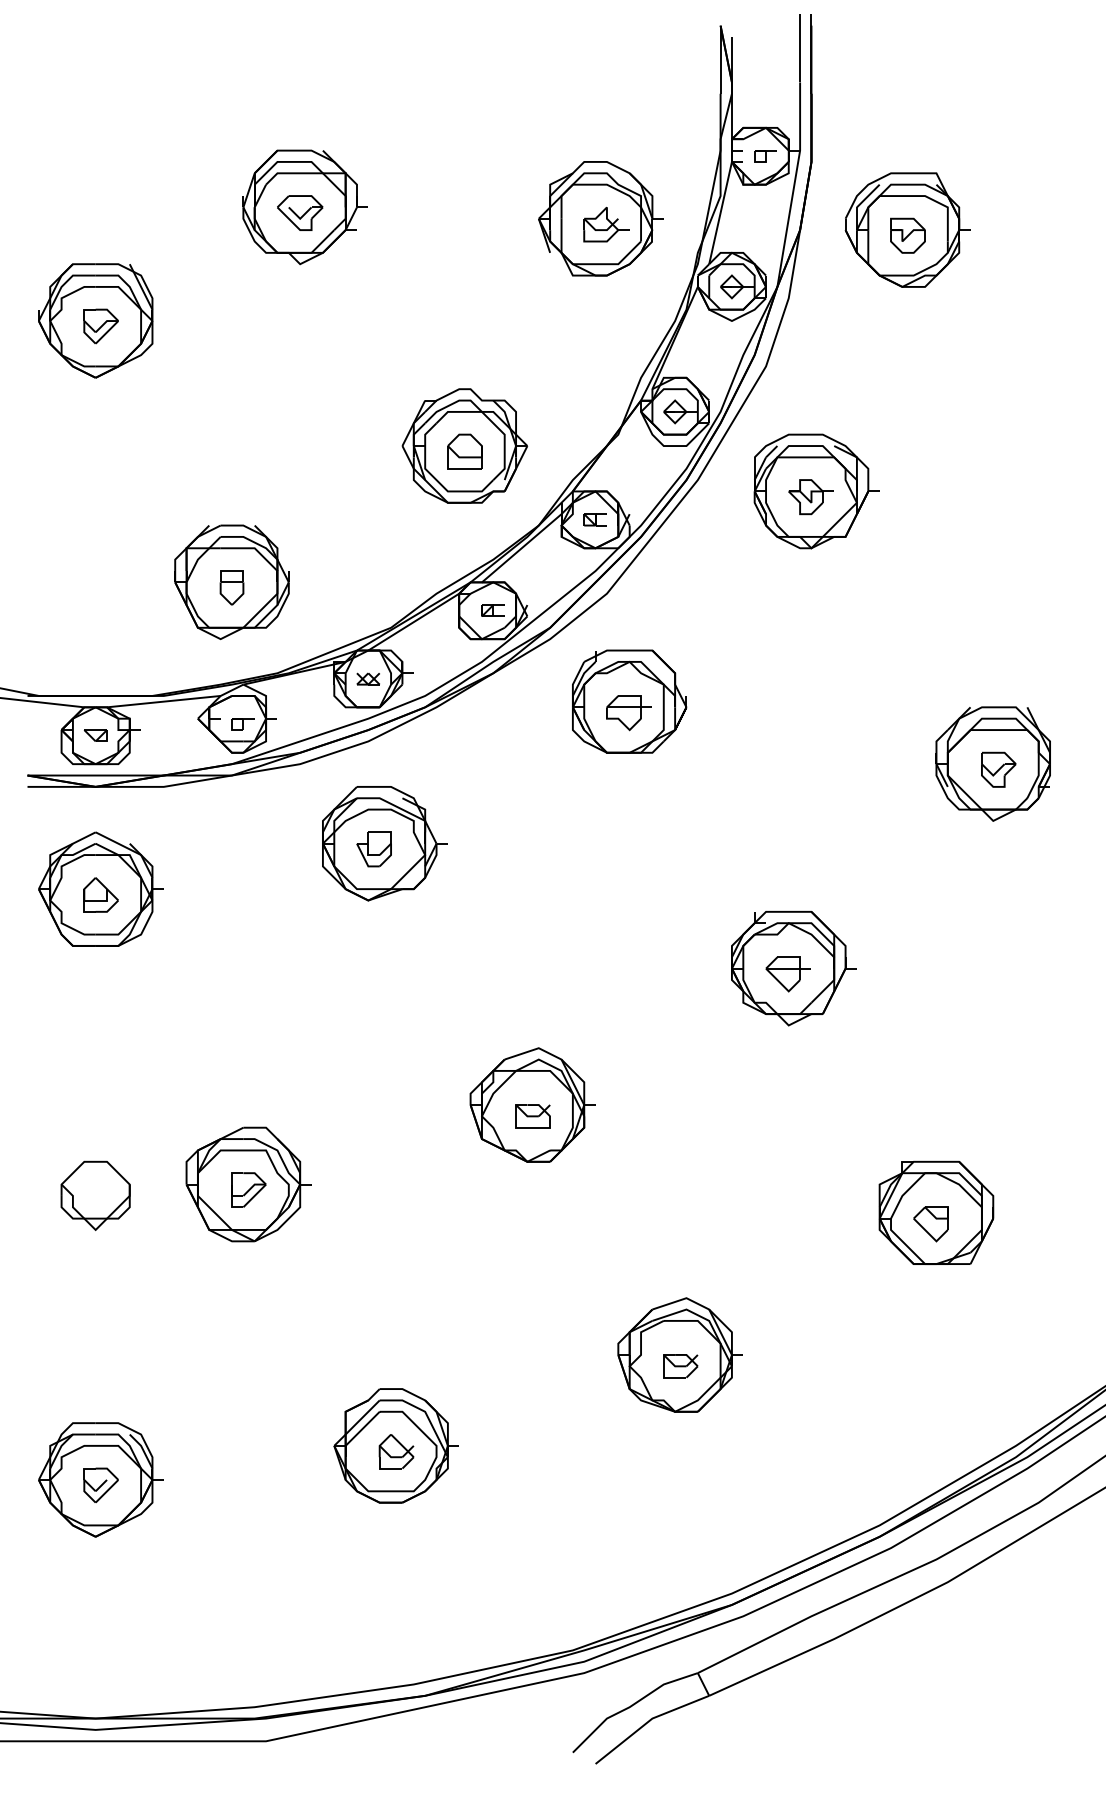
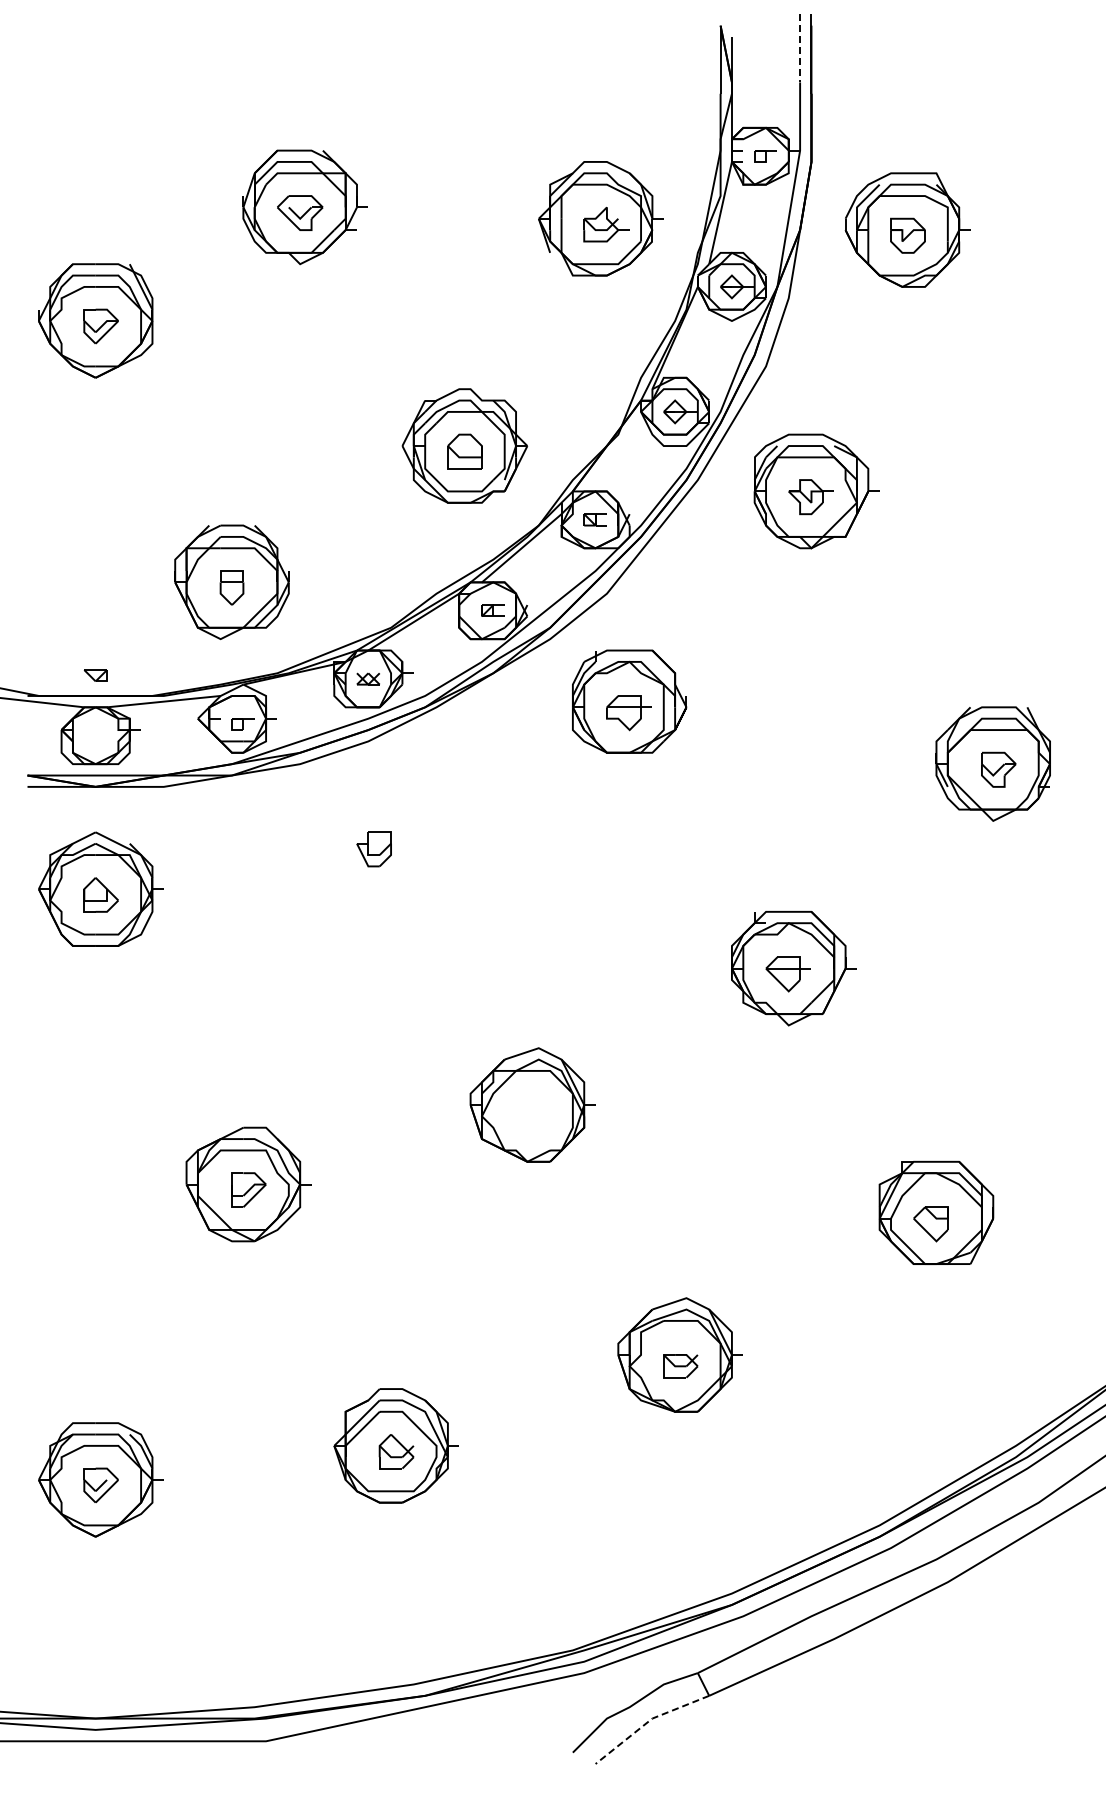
line at (800, 48): solid -> dashed
part at (95, 735) position: (95, 735) -> (95, 675)
part at (384, 843): present -> none
part at (532, 1116): present -> none
part at (95, 1195): present -> none
line at (648, 1721): solid -> dashed
